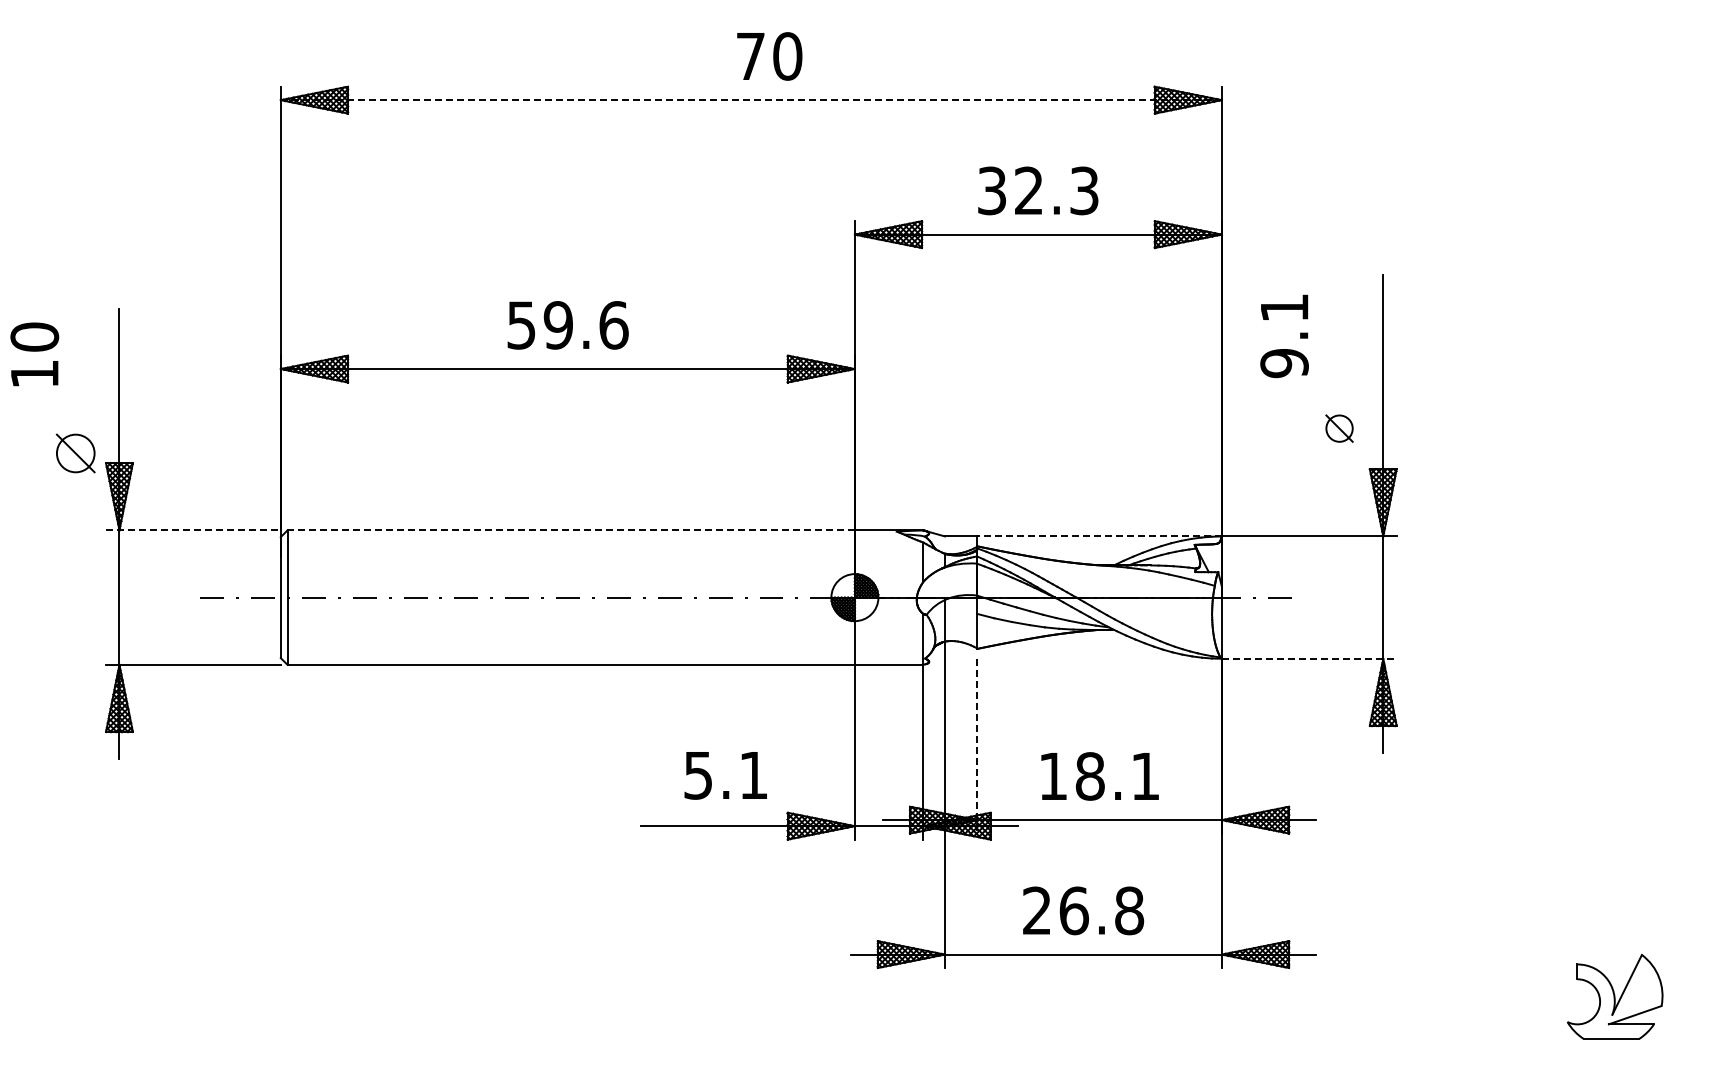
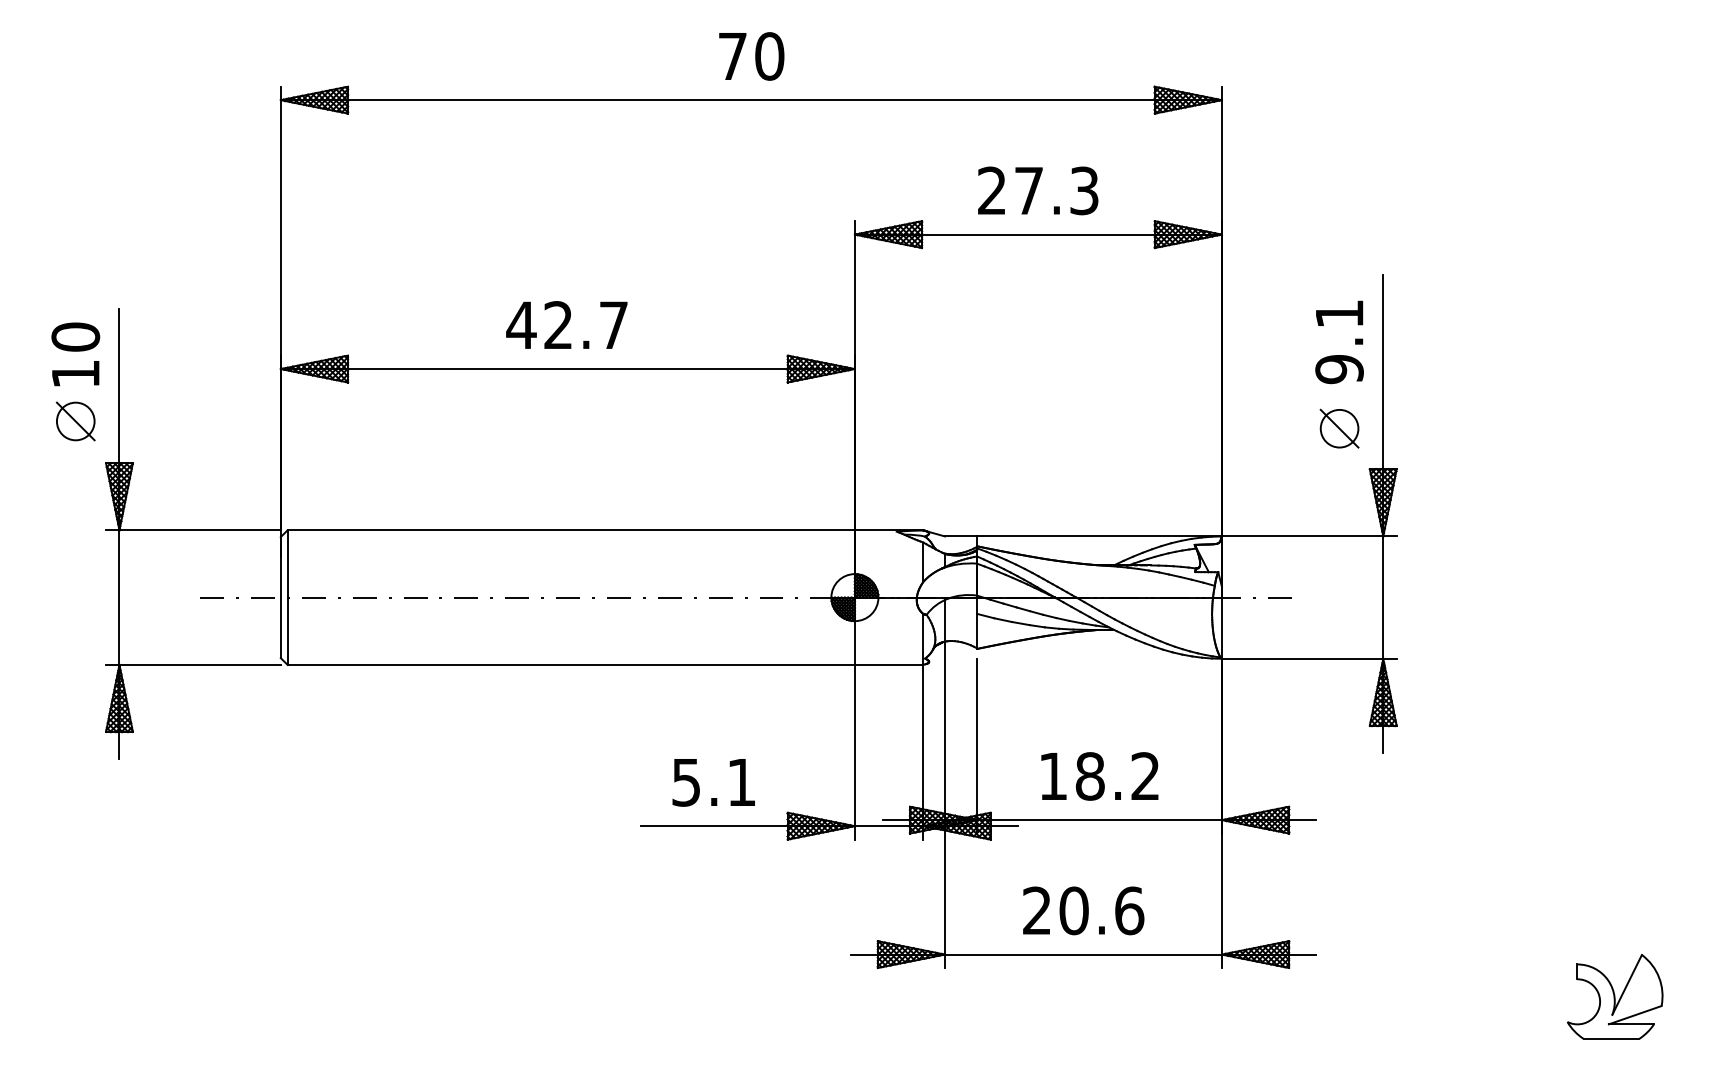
text at (769, 56) position: (769, 56) -> (751, 56)
line at (751, 100): dashed -> solid
text at (1010, 190): 32.3 -> 27.3
text at (567, 325): 59.6 -> 42.7
text at (1284, 336) position: (1284, 336) -> (1339, 342)
text at (34, 354) position: (34, 354) -> (75, 354)
part at (1339, 428) size: 29x29 px -> 41x41 px
part at (75, 453) position: (75, 453) -> (75, 421)
line at (193, 530): dashed -> solid
line at (571, 530): dashed -> solid
line at (1099, 536): dashed -> solid
line at (1309, 658): dashed -> solid
line at (977, 746): dashed -> solid
text at (725, 775) position: (725, 775) -> (713, 782)
text at (1144, 775): 18.1 -> 18.2
text at (1101, 910): 26.8 -> 20.6
